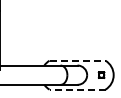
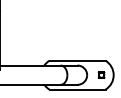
line at (77, 60): dashed -> solid
line at (77, 89): dashed -> solid
